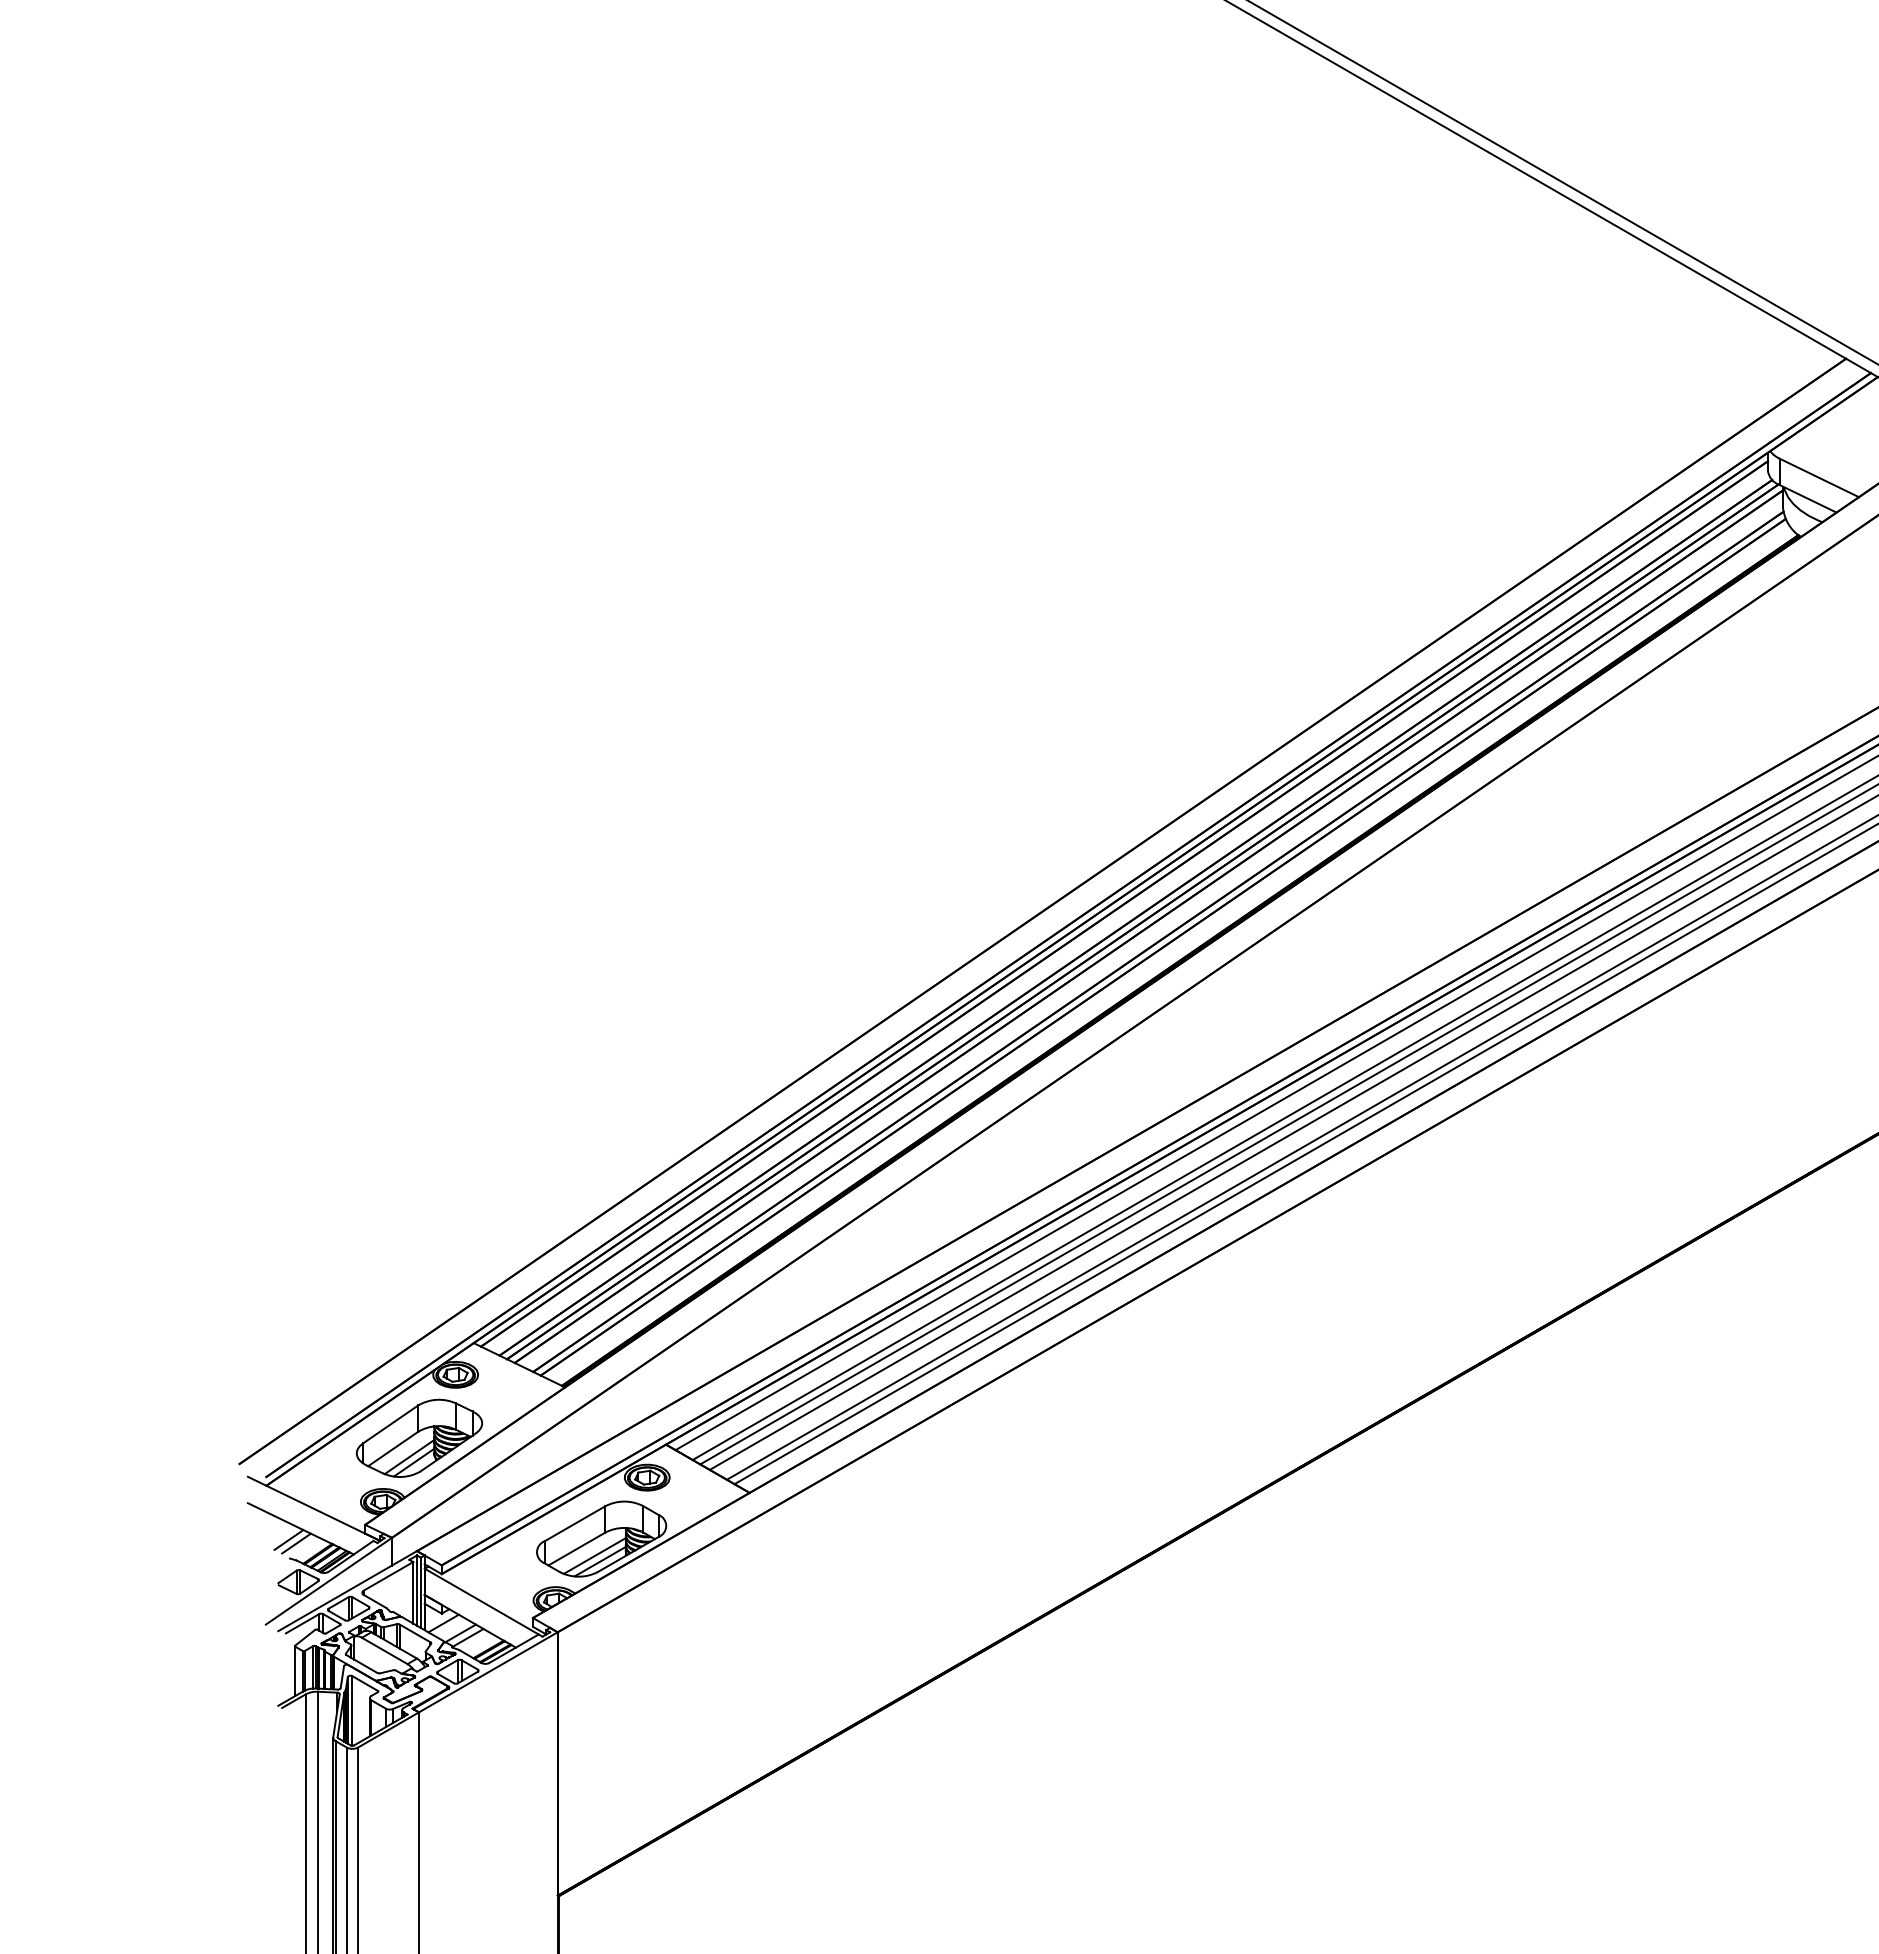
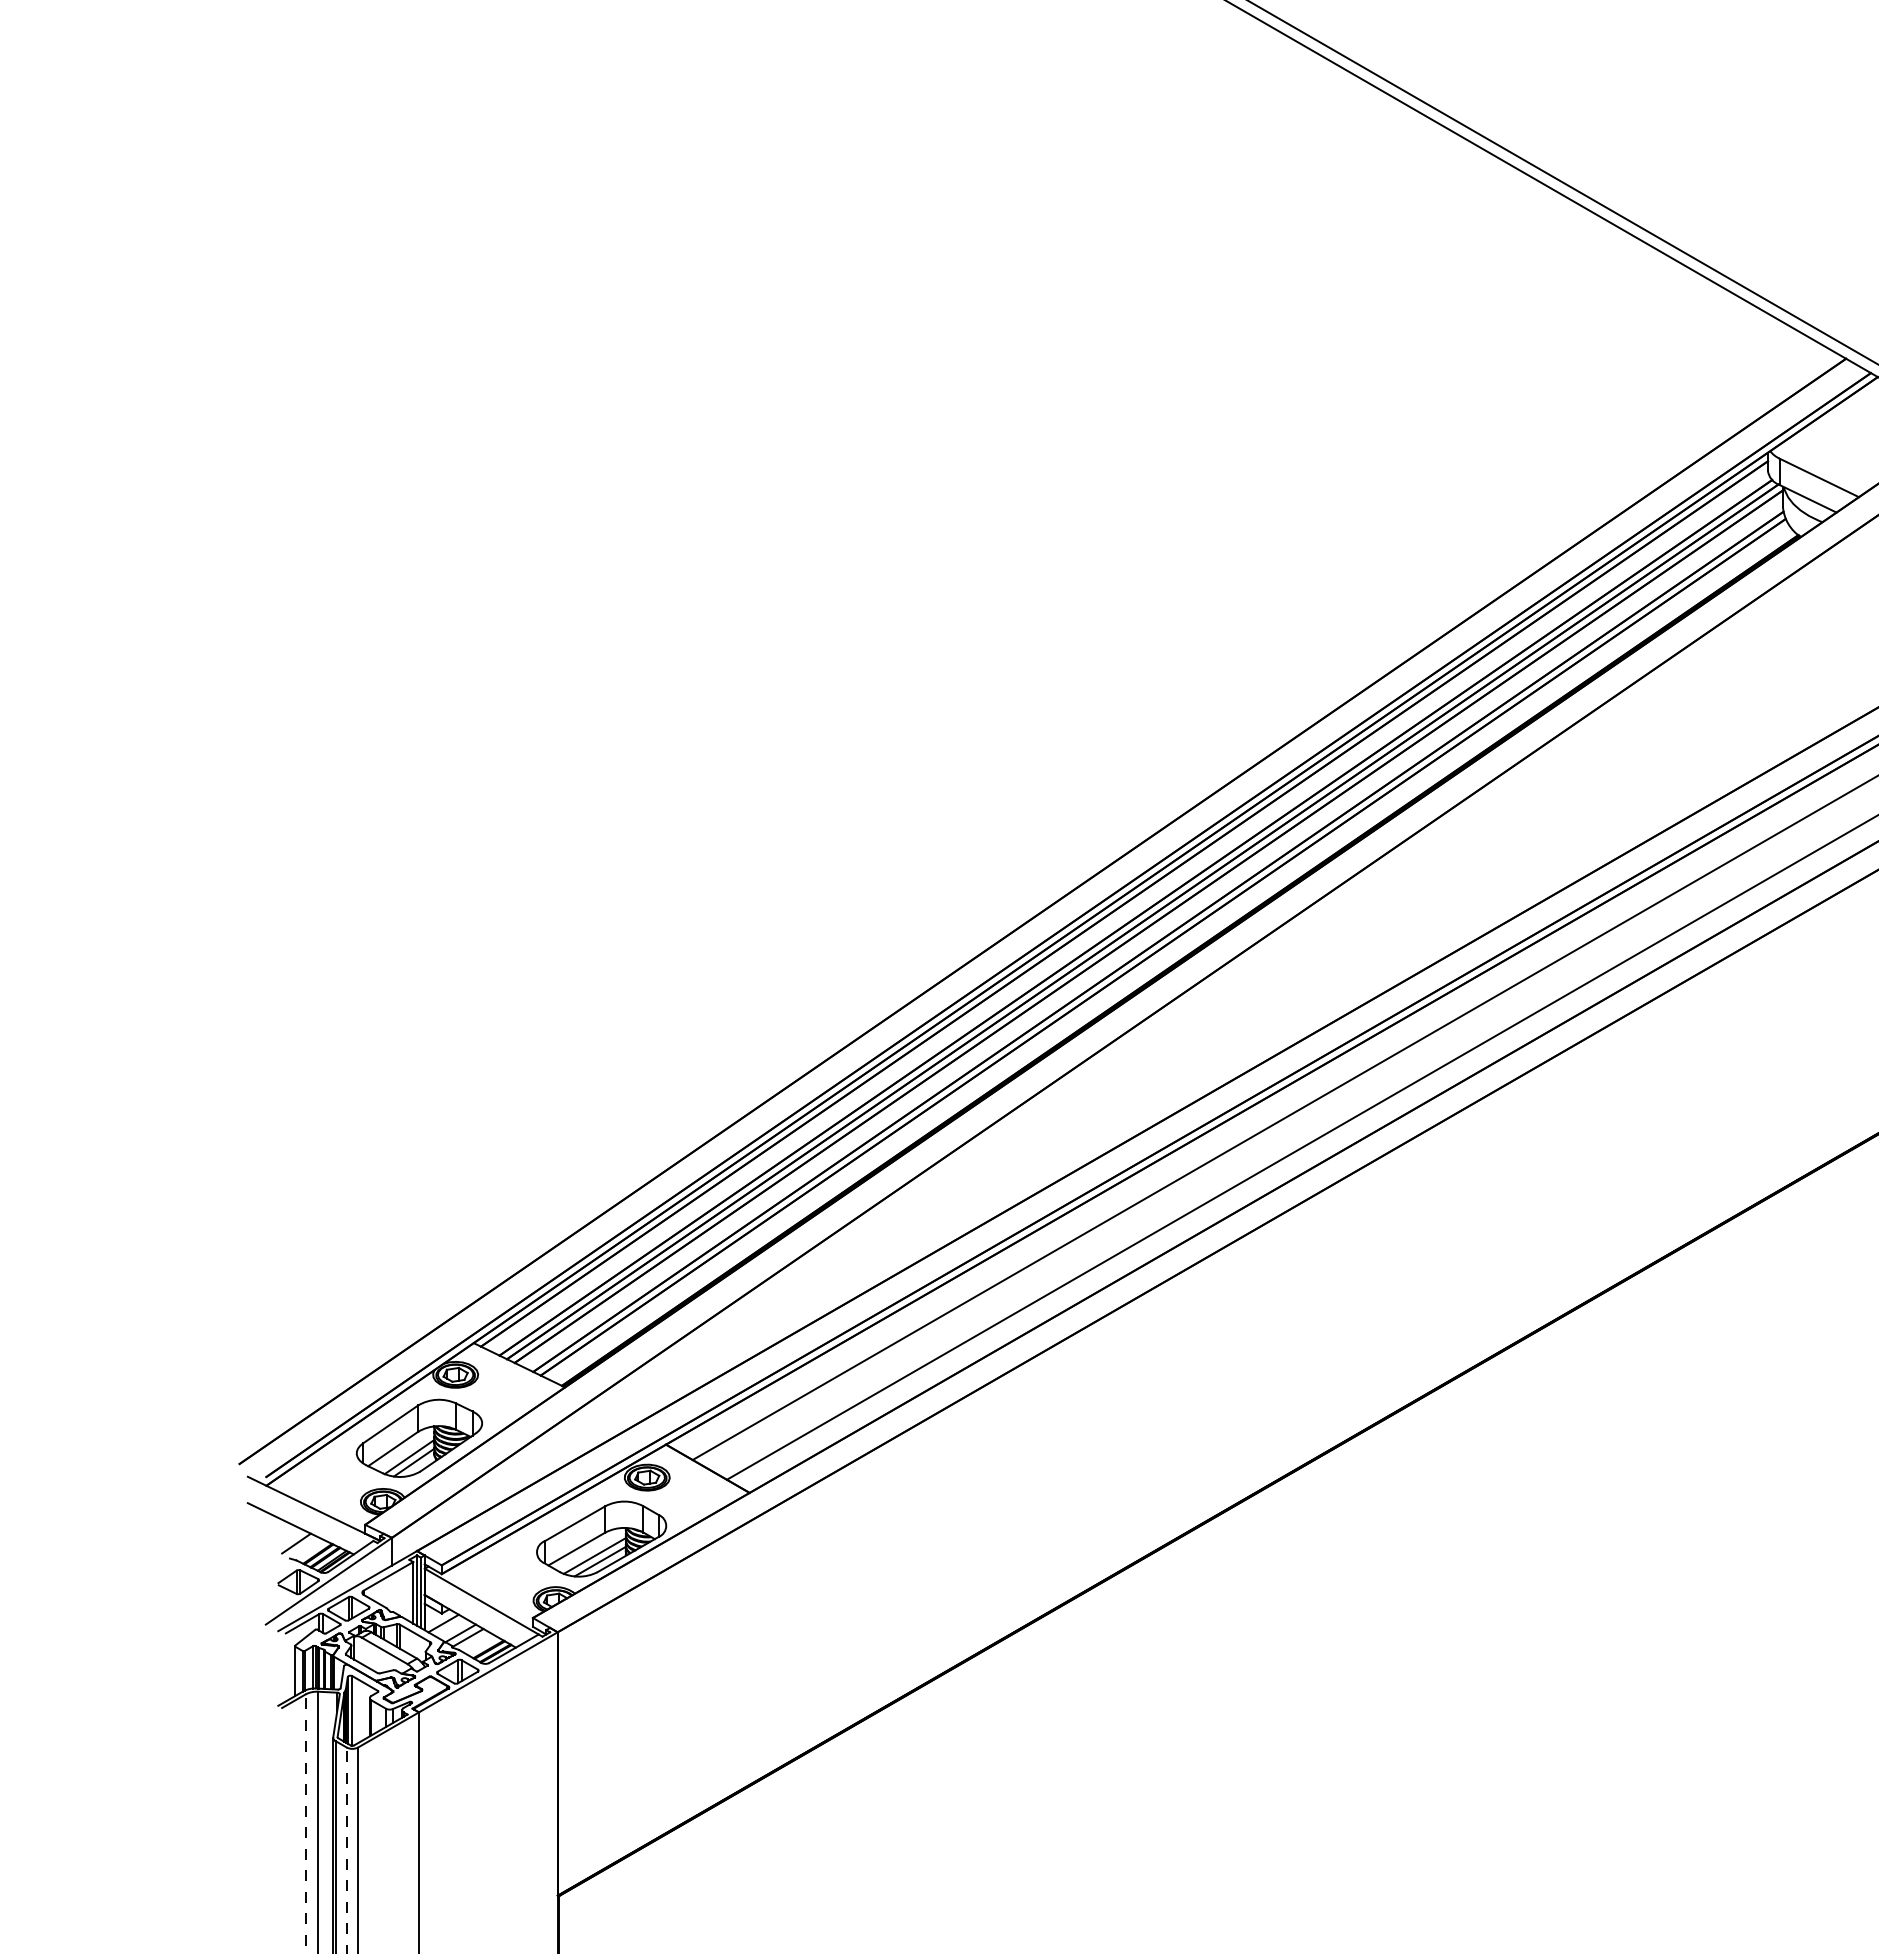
line at (1275, 1103): present -> none
line at (1287, 1124): present -> none
line at (1292, 1132): present -> none
line at (1304, 1154): present -> none
line at (288, 1539): present -> none
line at (305, 1823): solid -> dashed
line at (346, 1850): solid -> dashed
